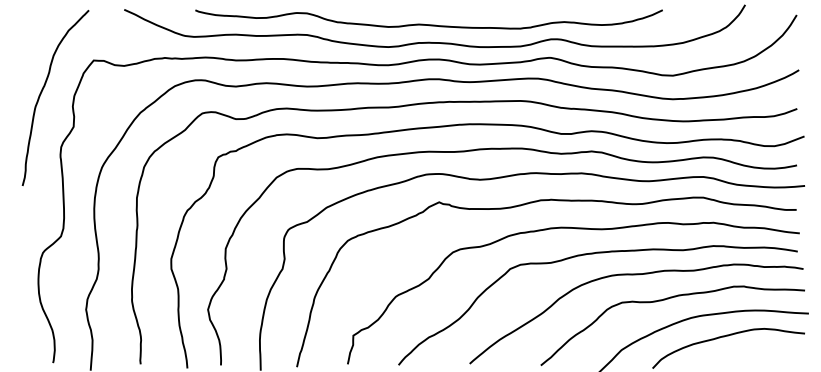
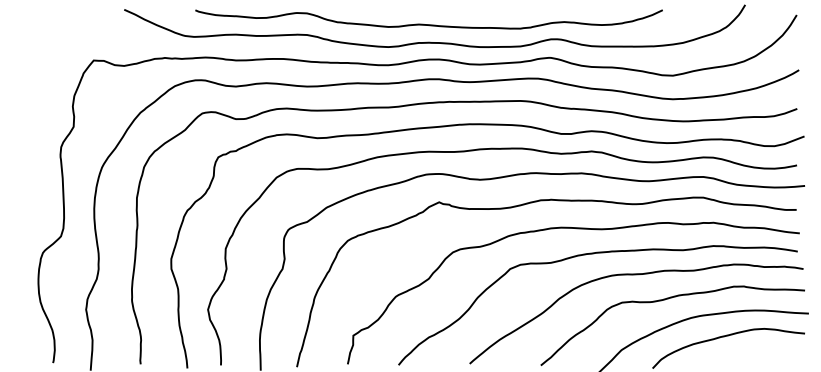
curve at (43, 90): present -> none
